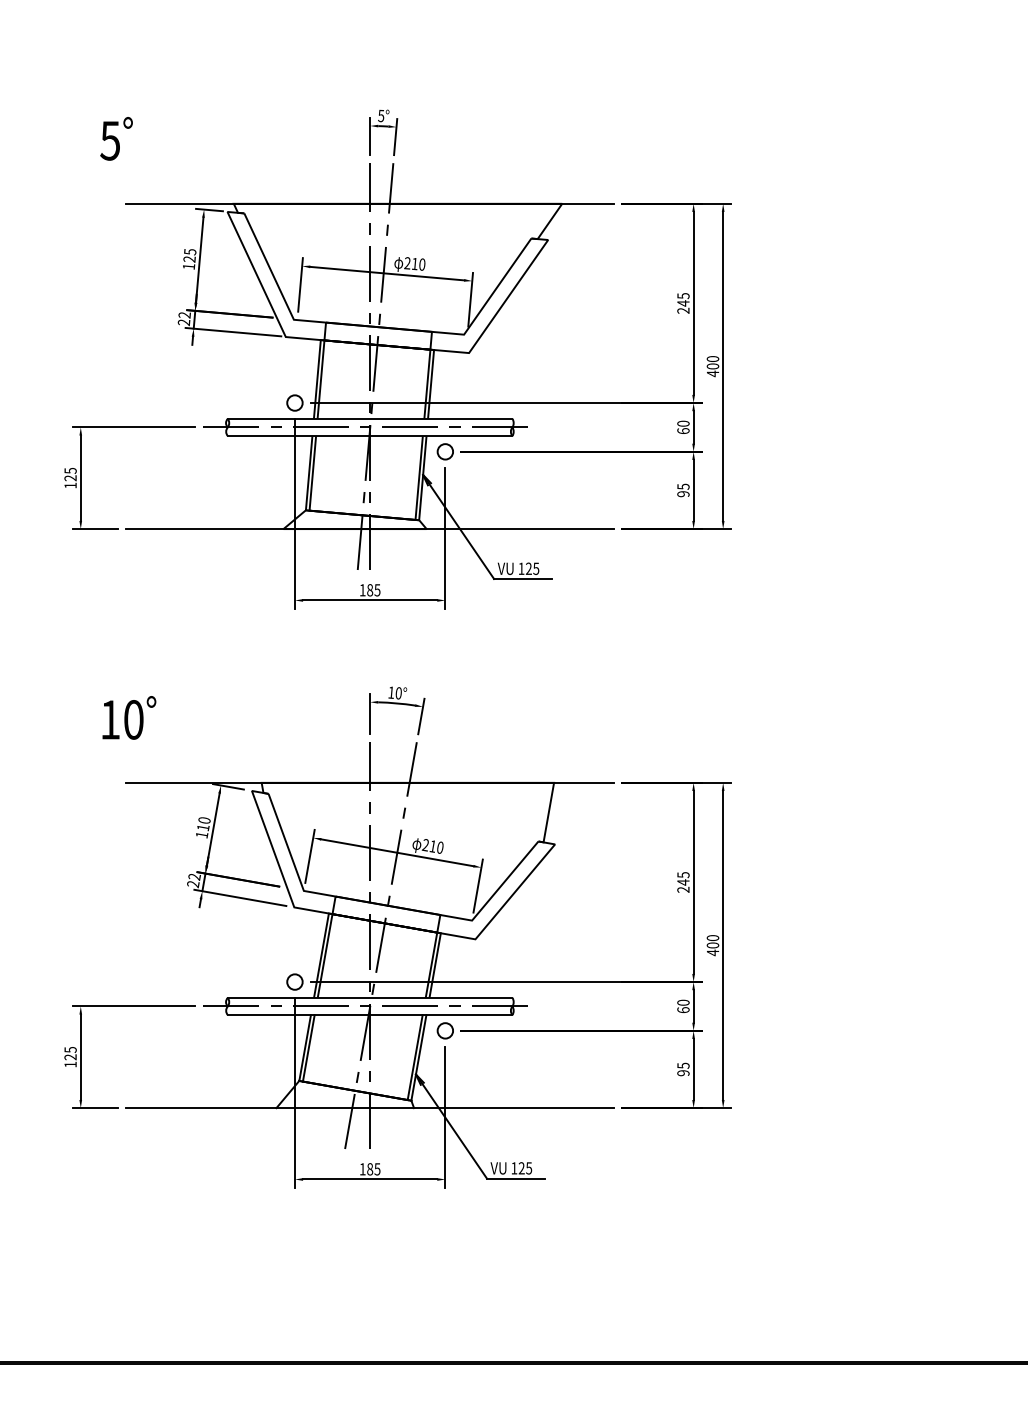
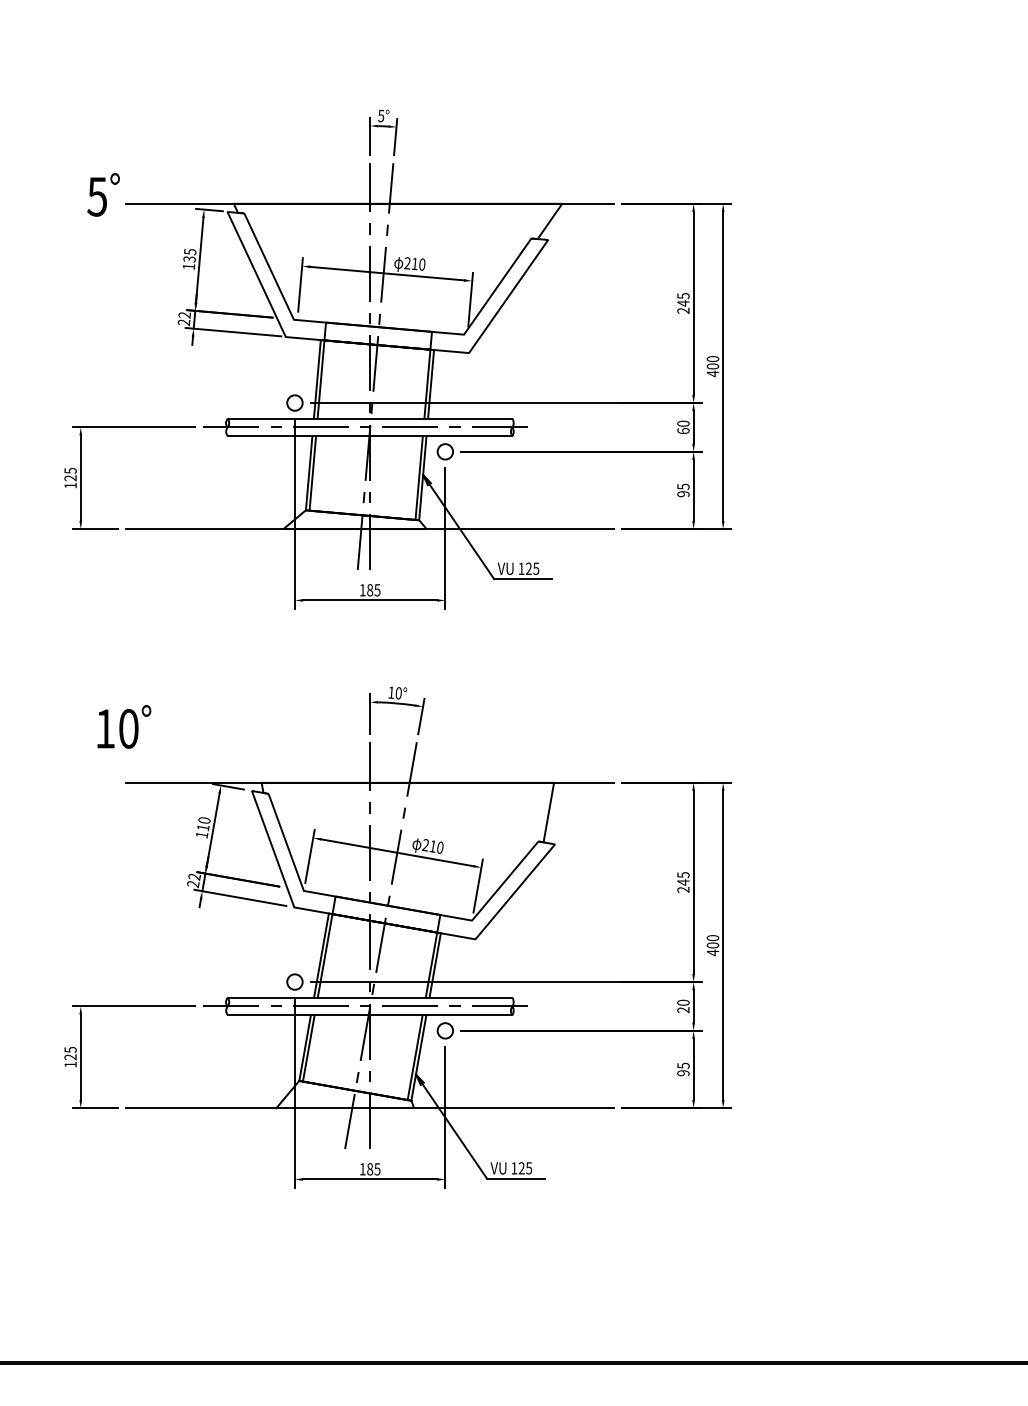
text at (116, 138) position: (116, 138) -> (103, 194)
text at (189, 259): 125 -> 135
text at (129, 717) position: (129, 717) -> (124, 726)
text at (683, 1010): 60 -> 20
